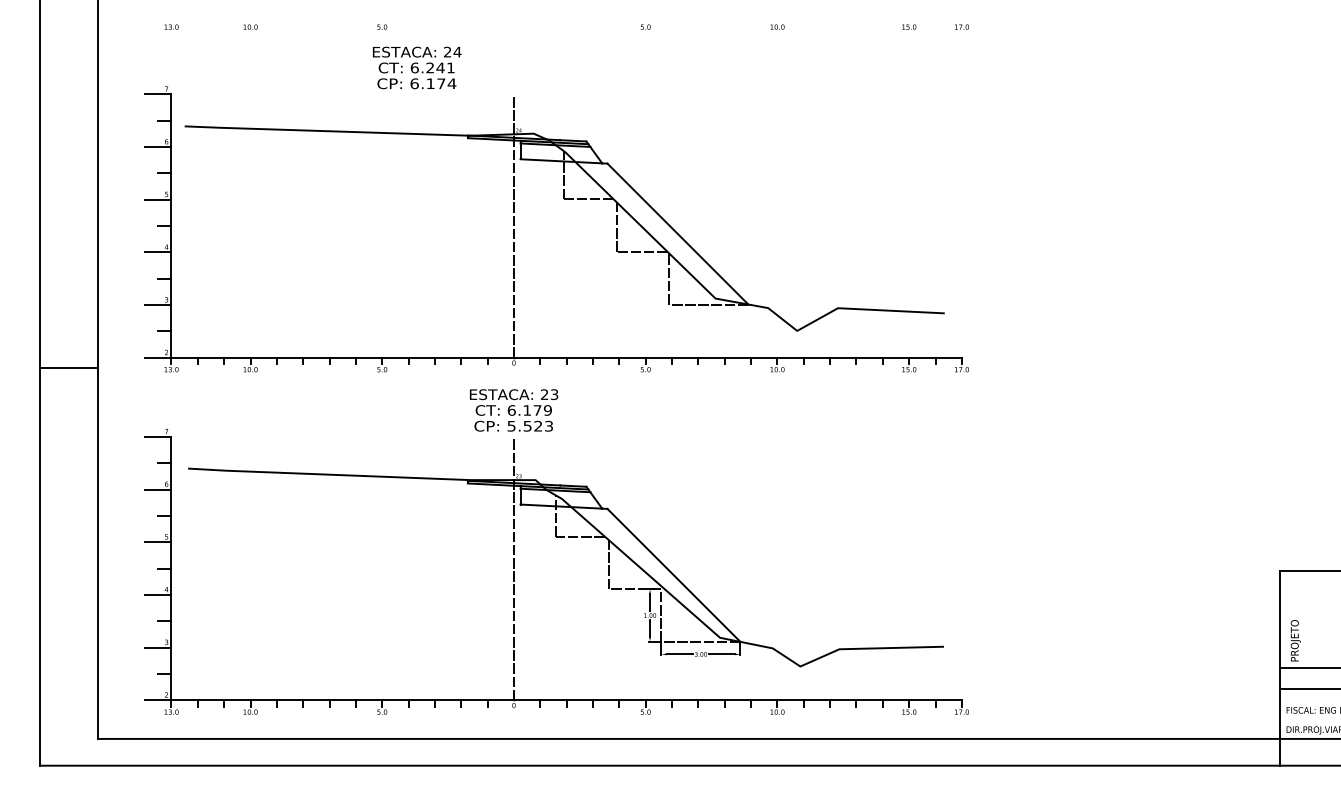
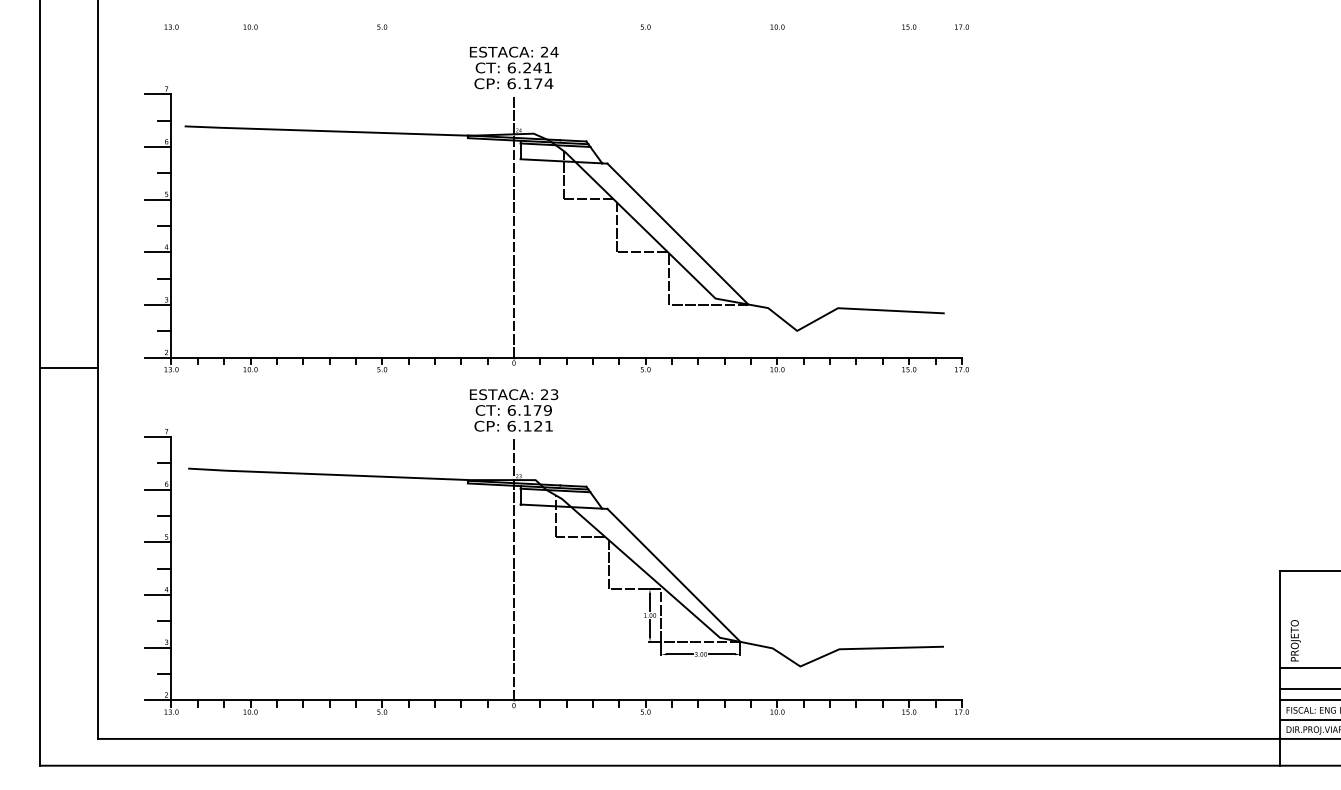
text at (417, 67) position: (417, 67) -> (514, 67)
text at (529, 425): 5.523 -> 6.121
line at (1308, 699): none -> present
line at (1308, 719): none -> present
